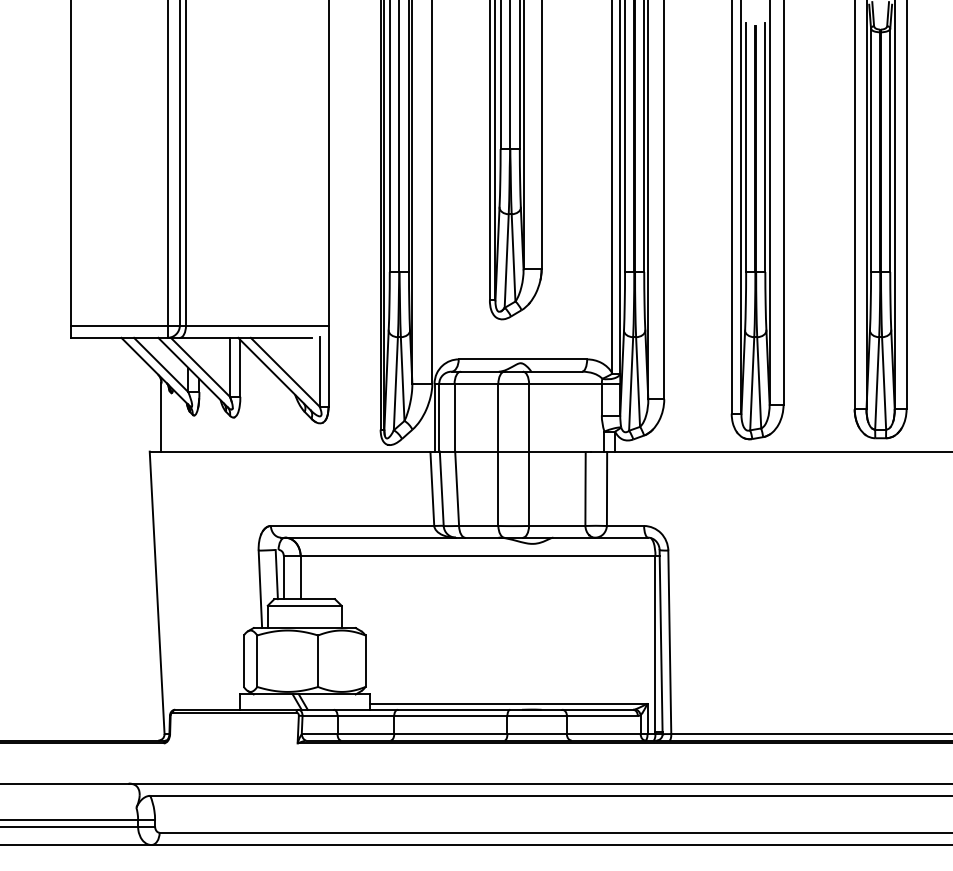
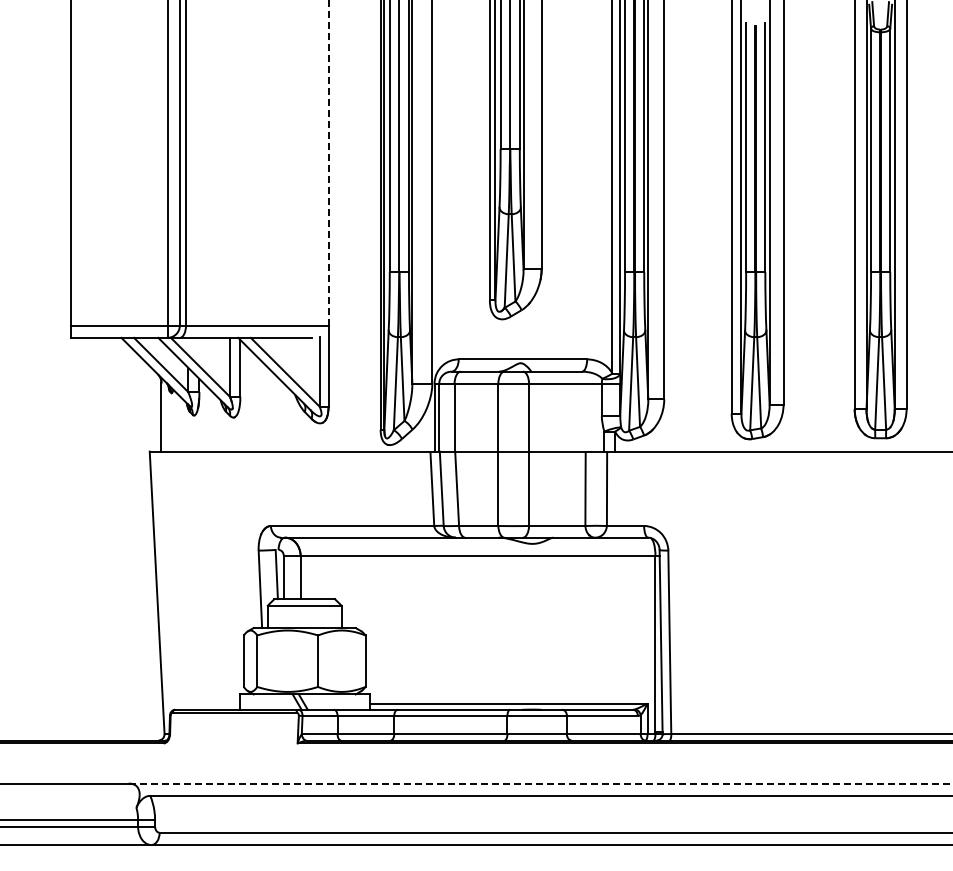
line at (328, 162): solid -> dashed
line at (540, 783): solid -> dashed
